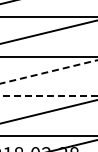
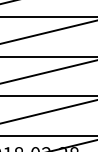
line at (48, 72): dashed -> solid
line at (49, 96): dashed -> solid
